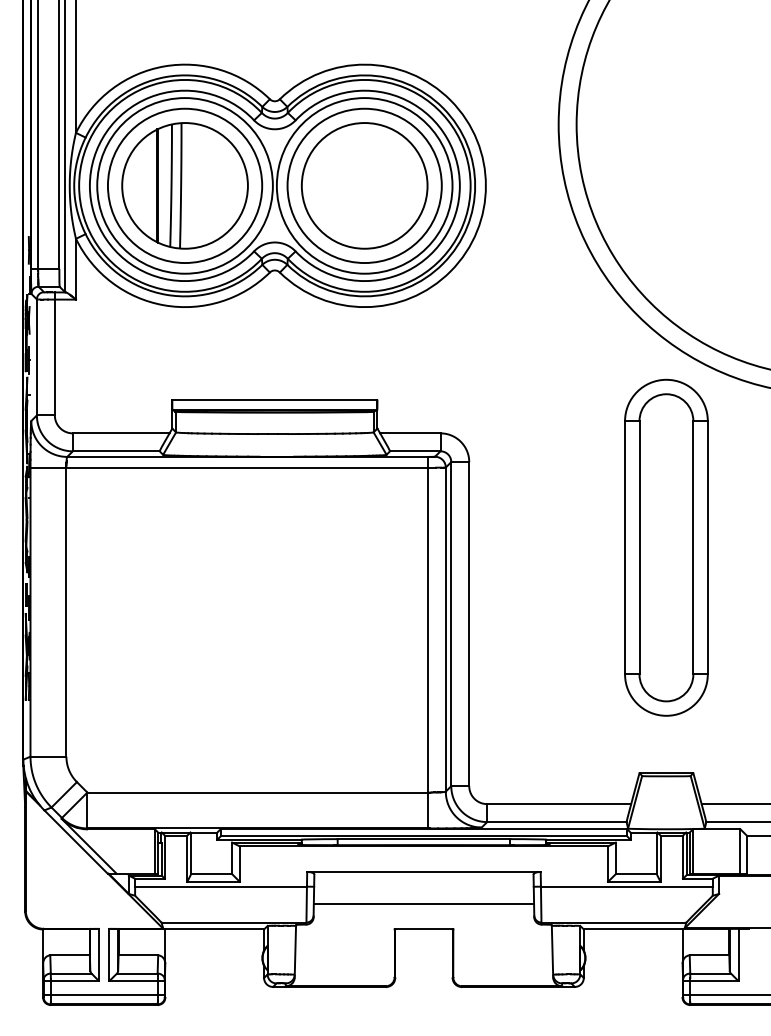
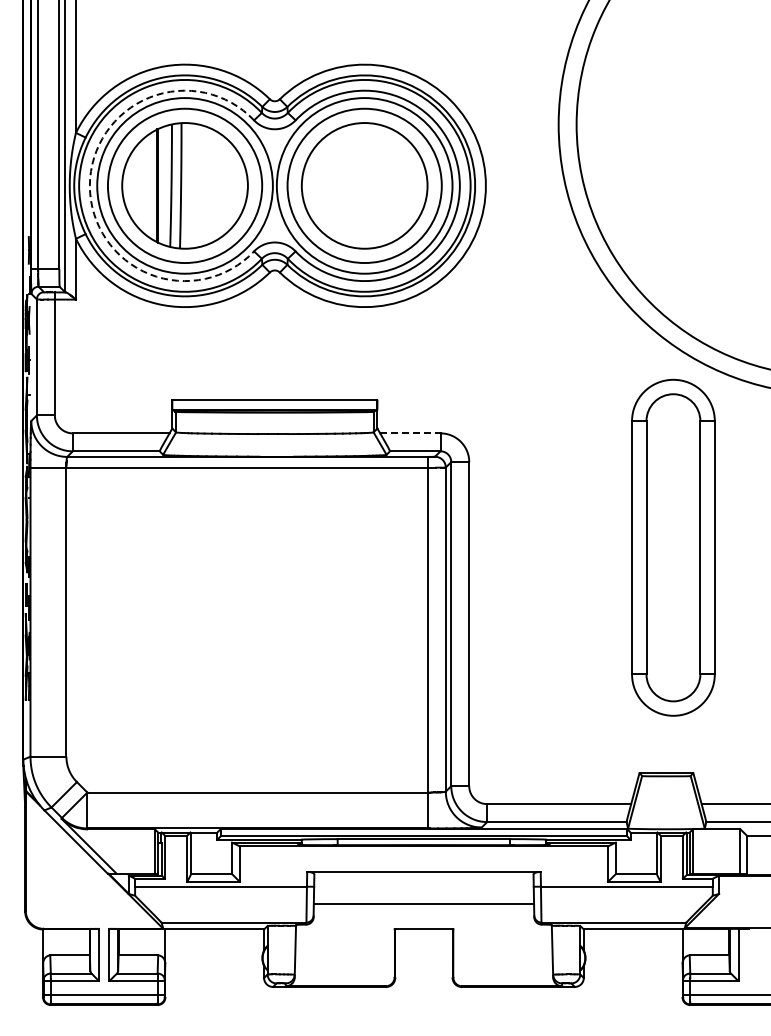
arc at (89, 185): solid -> dashed
line at (410, 433): solid -> dashed
part at (666, 547) position: (666, 547) -> (673, 547)
